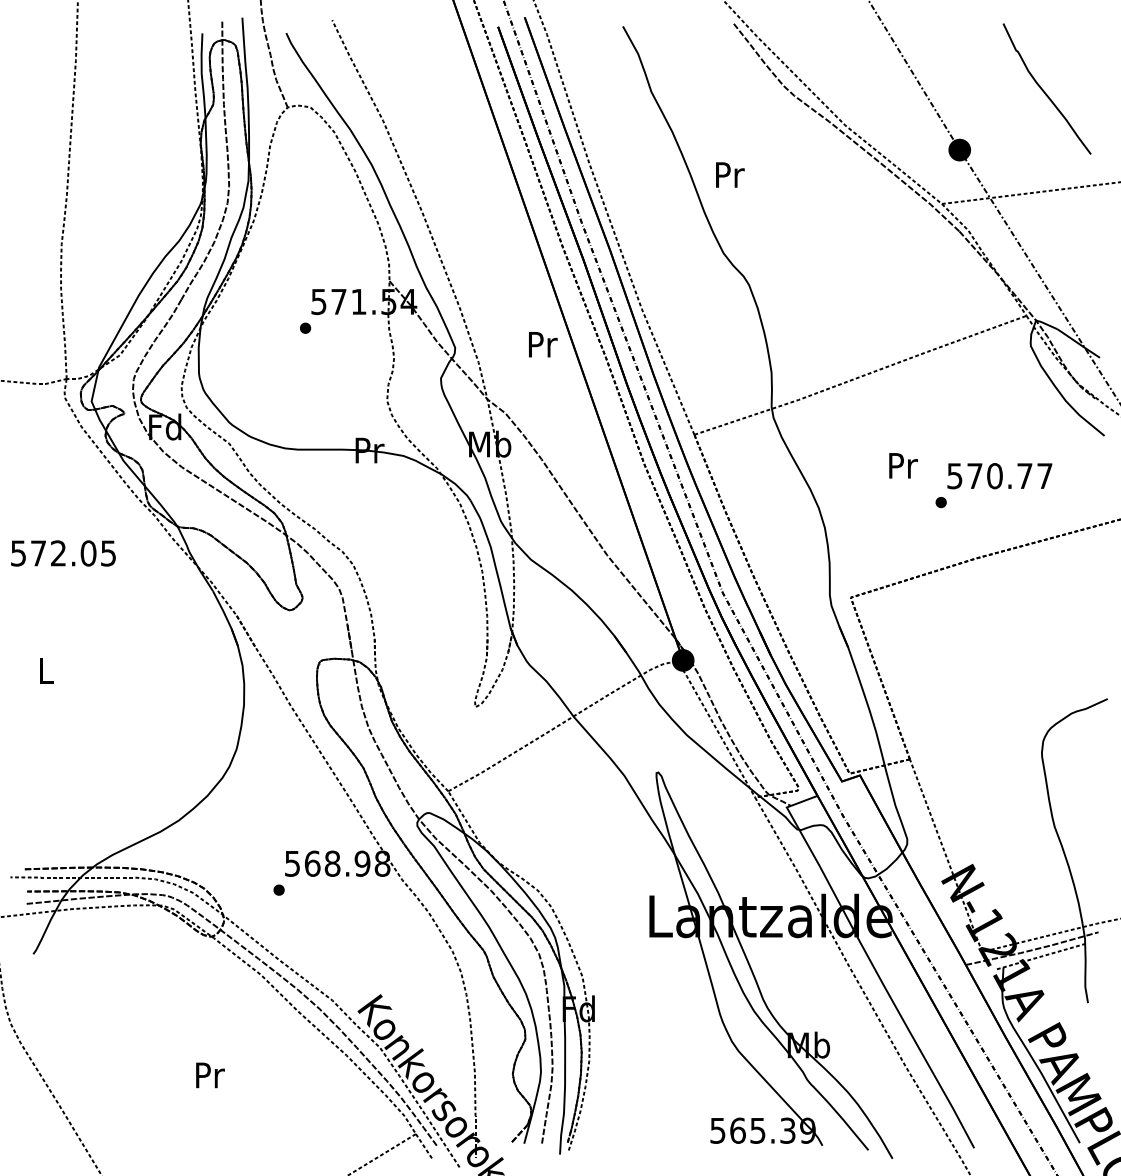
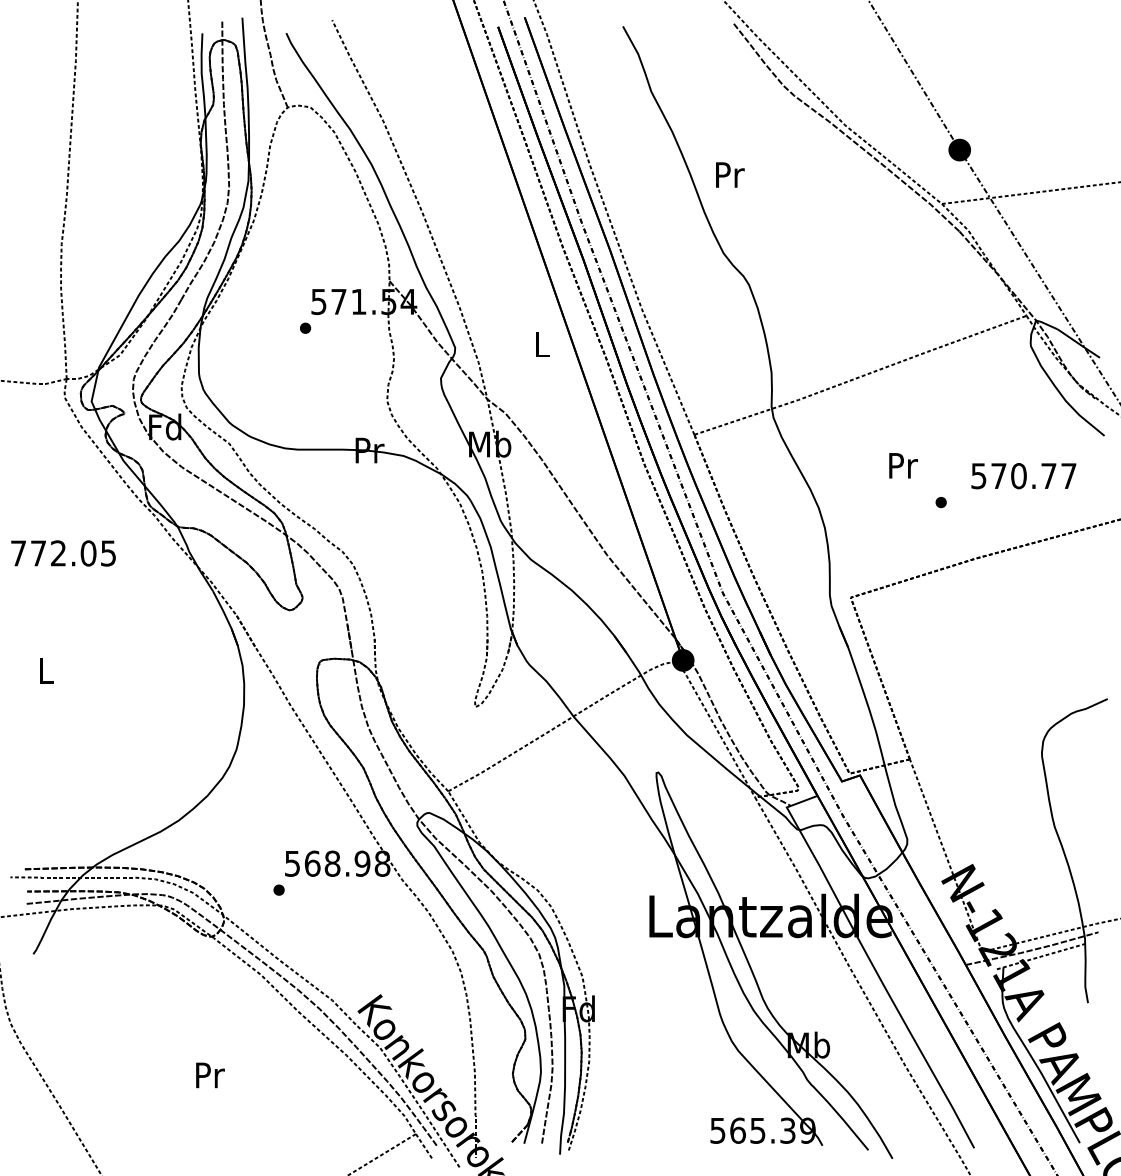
curve at (1044, 90): present -> none
text at (543, 344): Pr -> L
text at (999, 476) position: (999, 476) -> (1023, 476)
text at (18, 553): 572.05 -> 772.05
